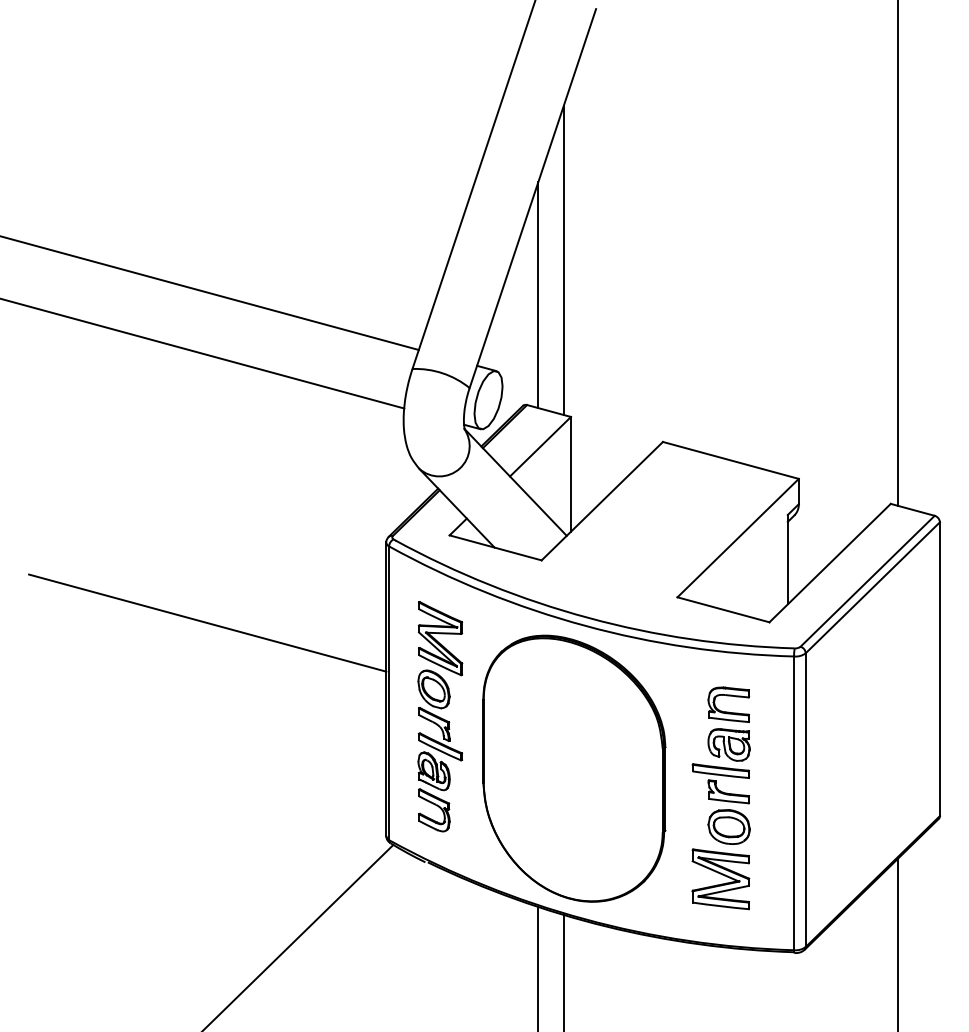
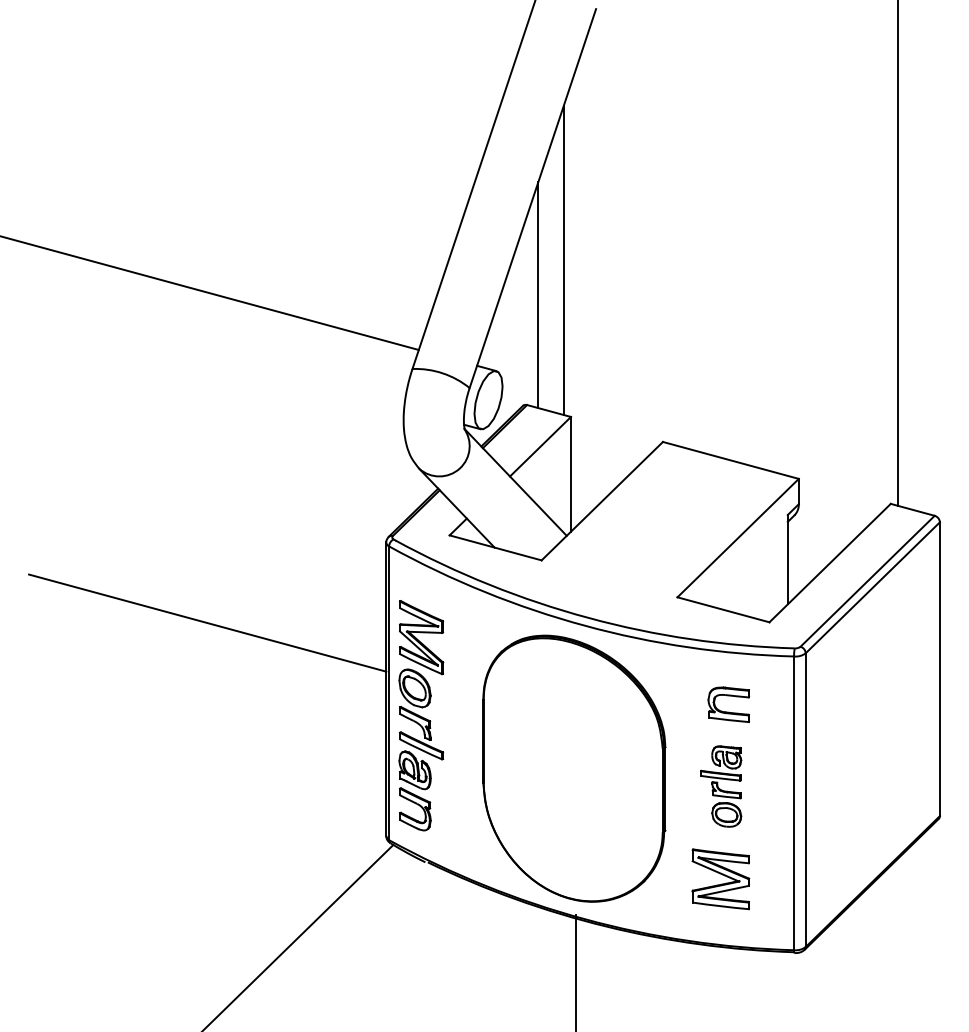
line at (203, 353): present -> none
part at (440, 716) position: (440, 716) -> (421, 715)
part at (720, 786) size: 60x117 px -> 43x83 px
line at (898, 943): present -> none
line at (538, 967): present -> none
line at (563, 971) position: (563, 971) -> (575, 971)
